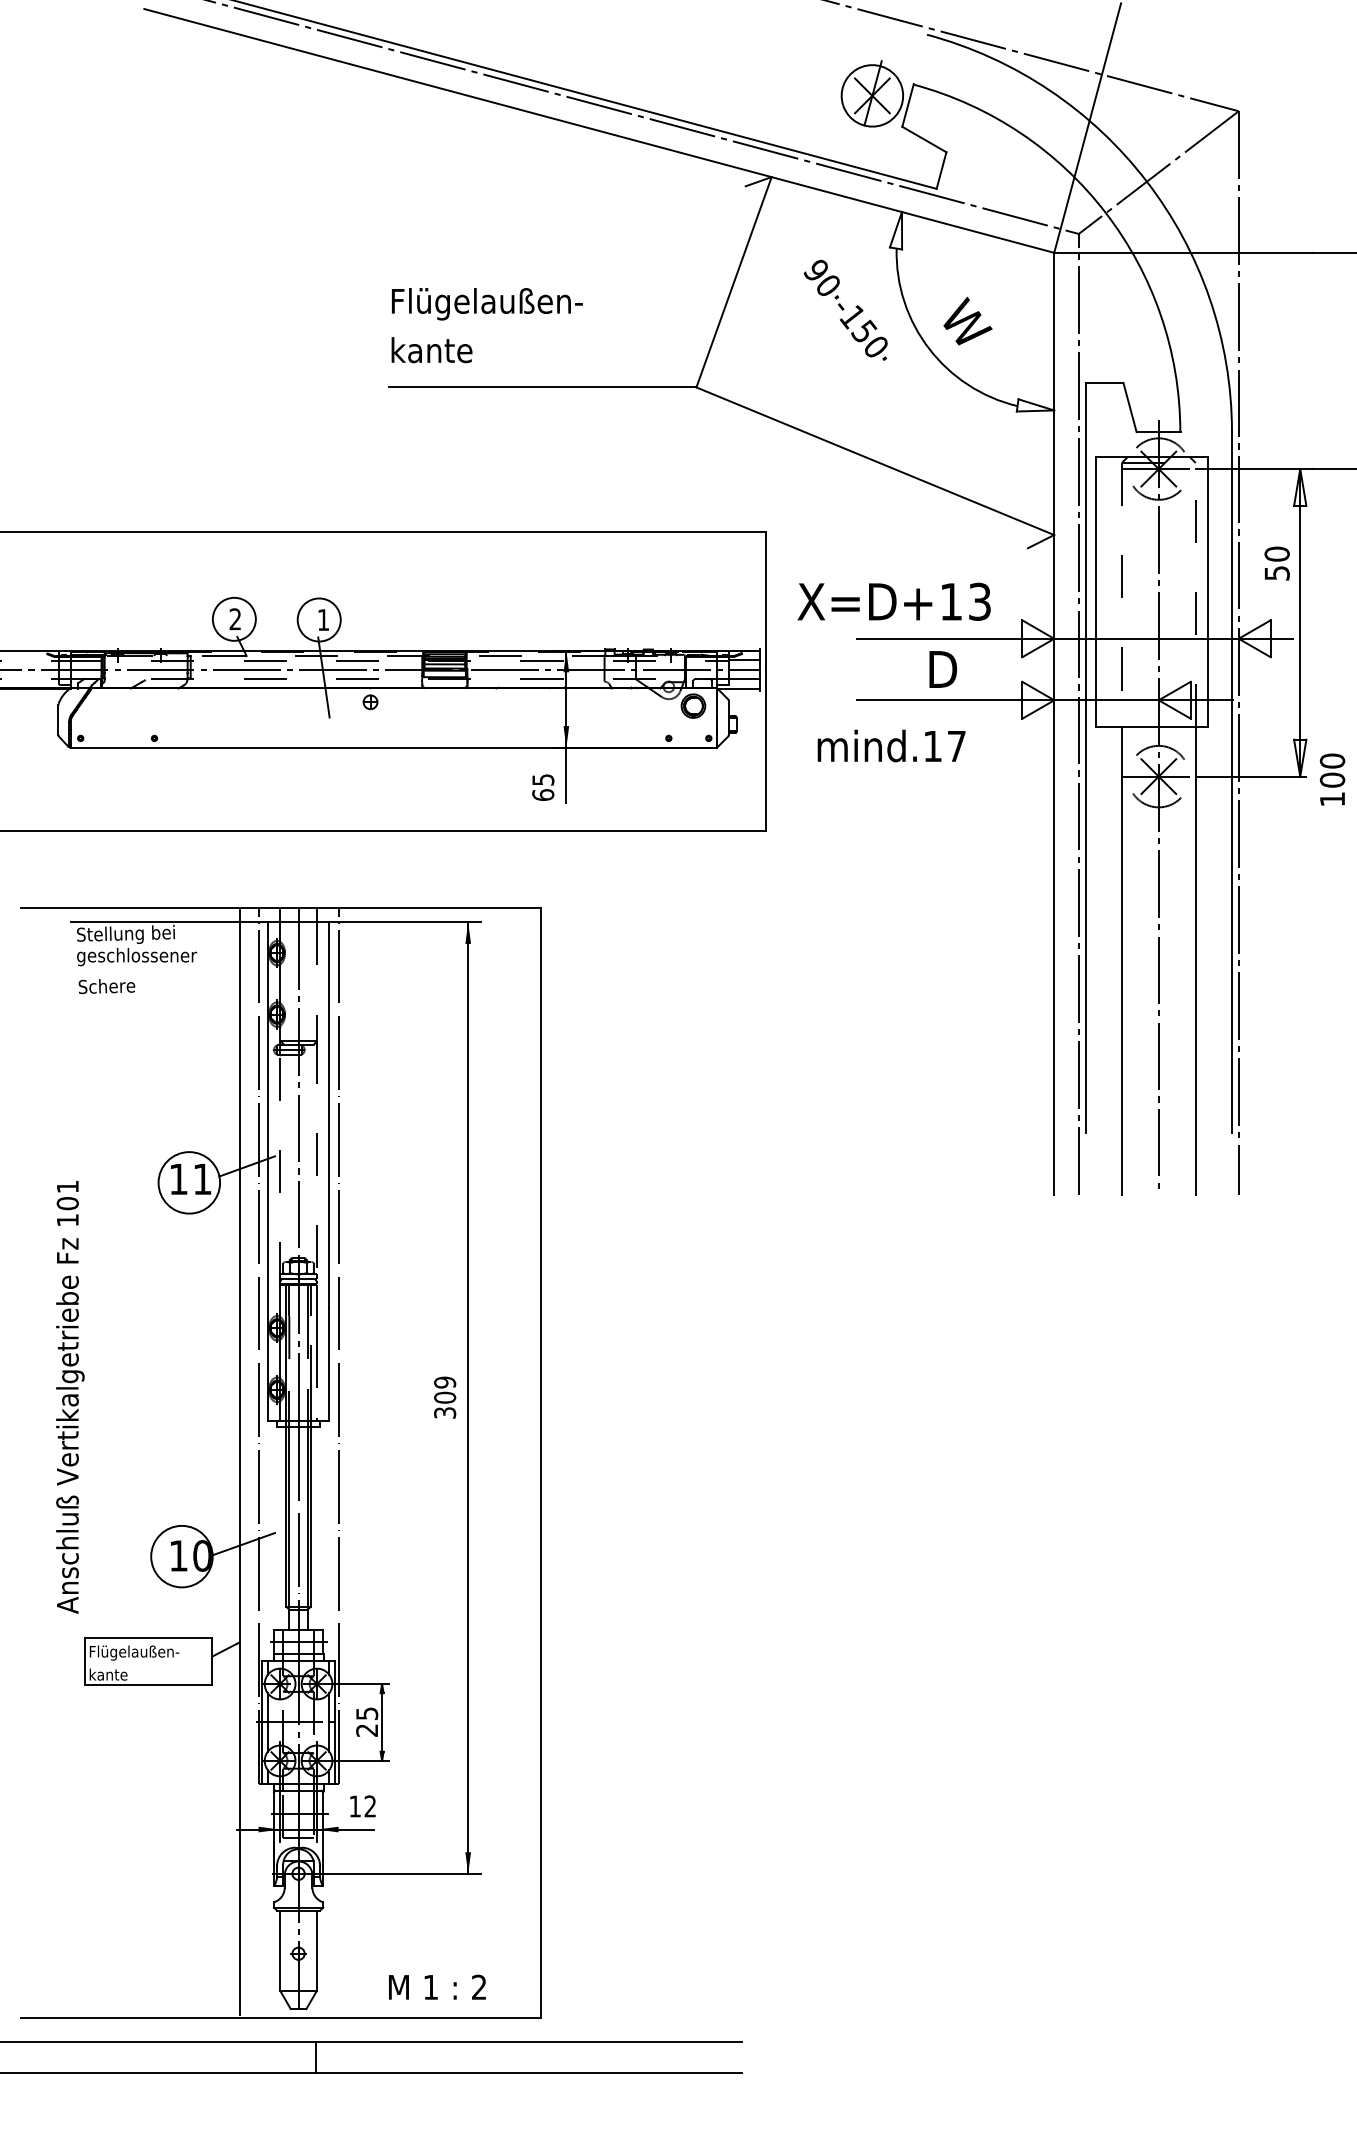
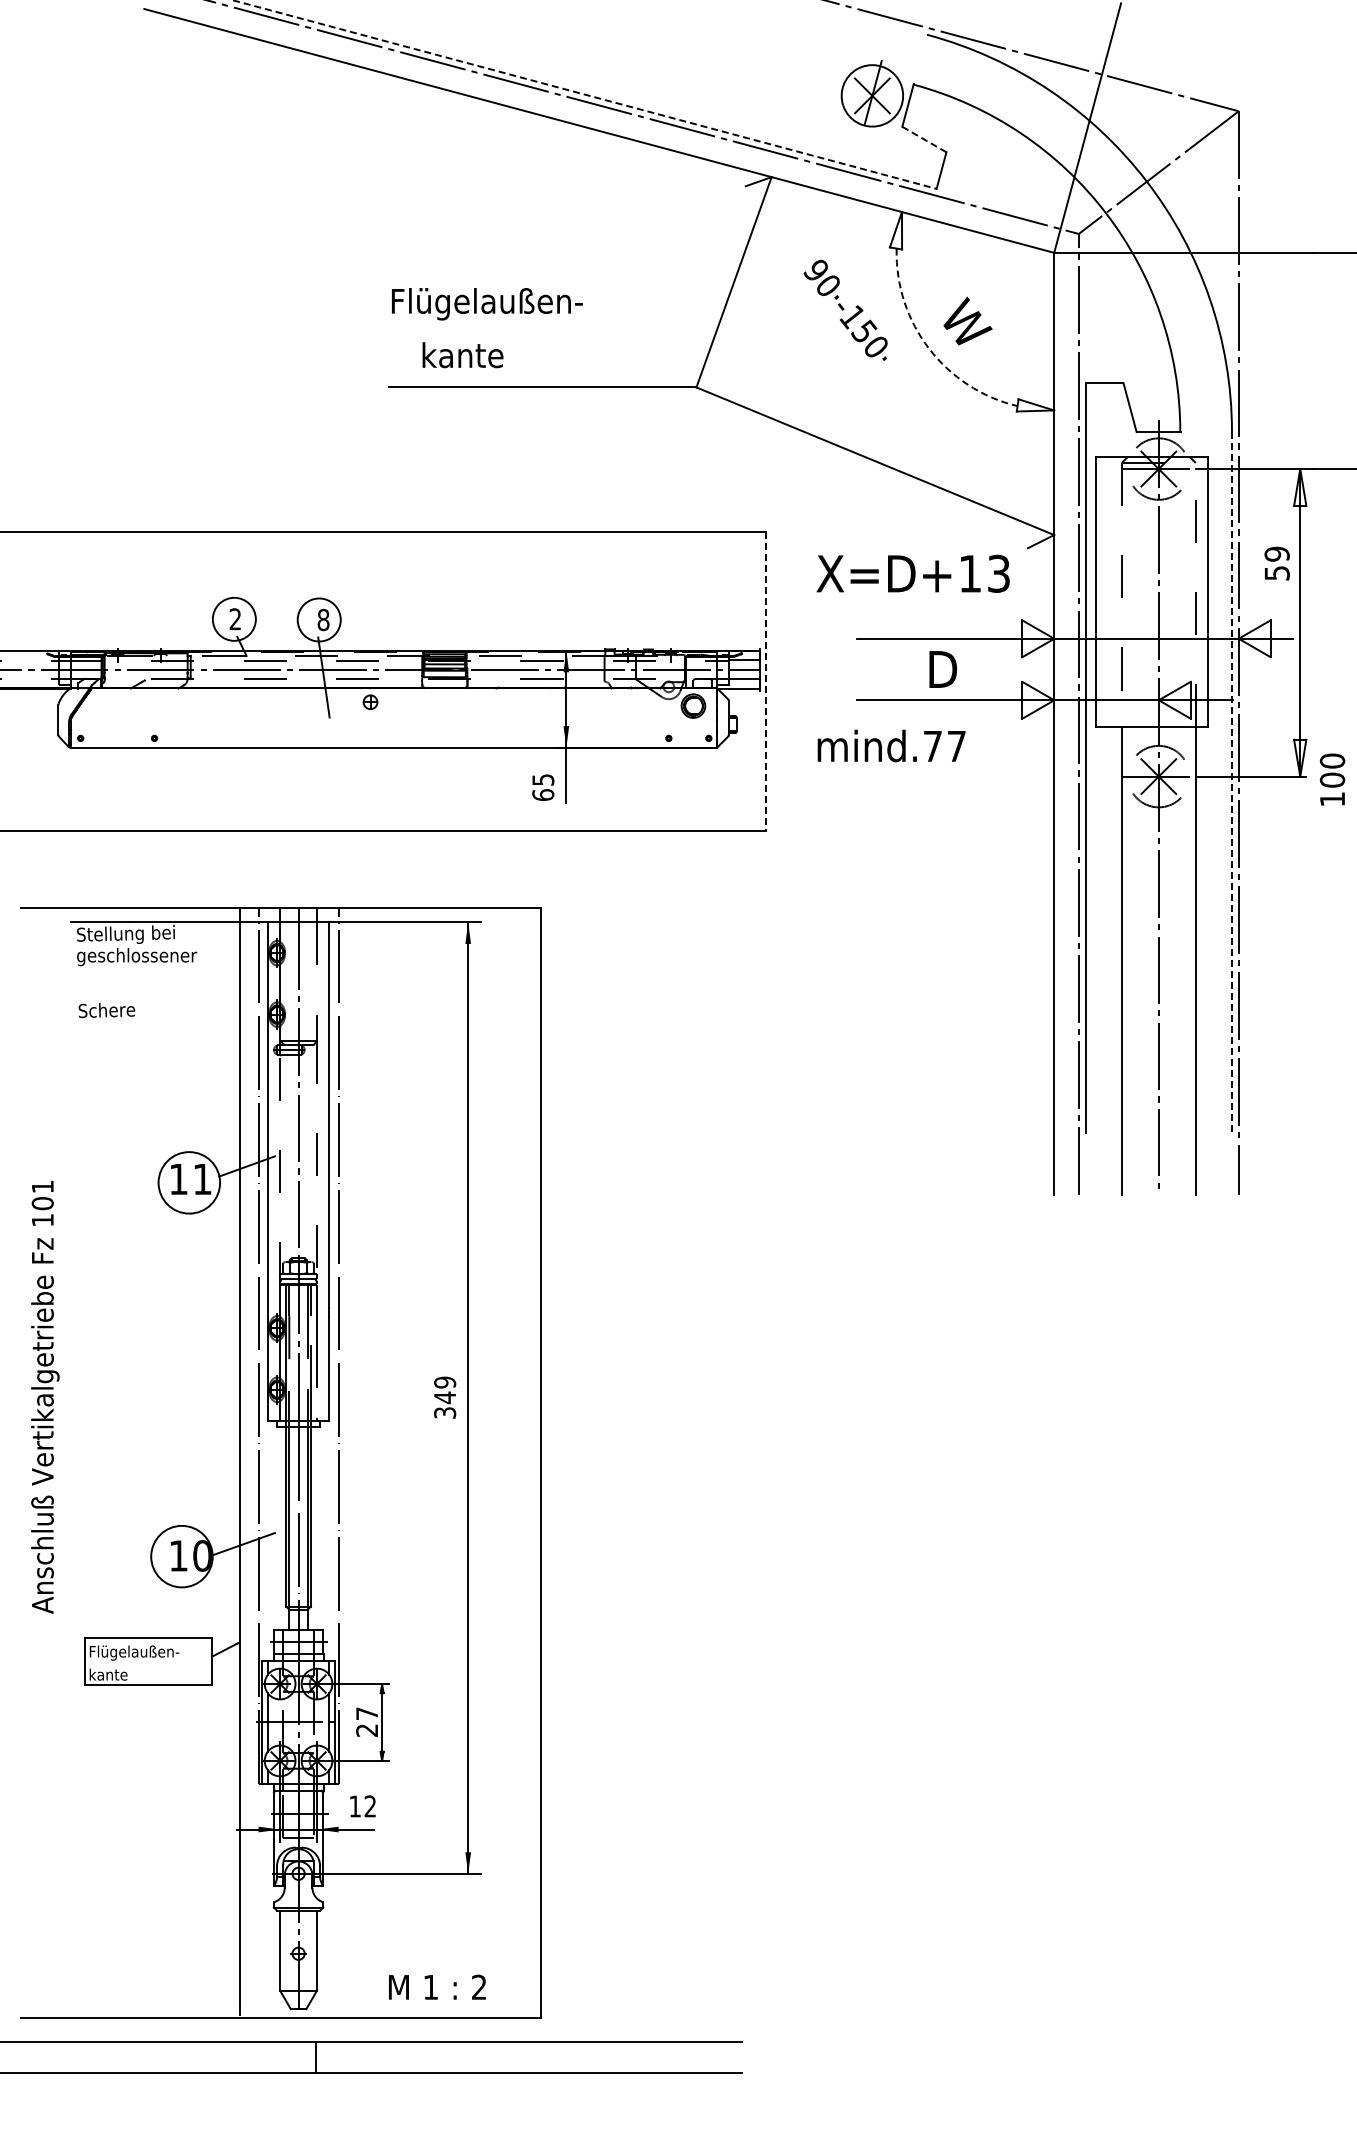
line at (584, 94): solid -> dashed
line at (924, 139): solid -> dashed
arc at (929, 348): solid -> dashed
text at (431, 350) position: (431, 350) -> (462, 355)
text at (1276, 553): 50 -> 59
text at (893, 601) position: (893, 601) -> (912, 573)
text at (323, 619): 1 -> 8
line at (766, 682): solid -> dashed
text at (932, 746): mind.17 -> mind.77
line at (1231, 782): solid -> dashed
text at (106, 986) position: (106, 986) -> (106, 1010)
text at (70, 1397) position: (70, 1397) -> (45, 1397)
text at (445, 1397): 309 -> 349
text at (367, 1713): 25 -> 27
